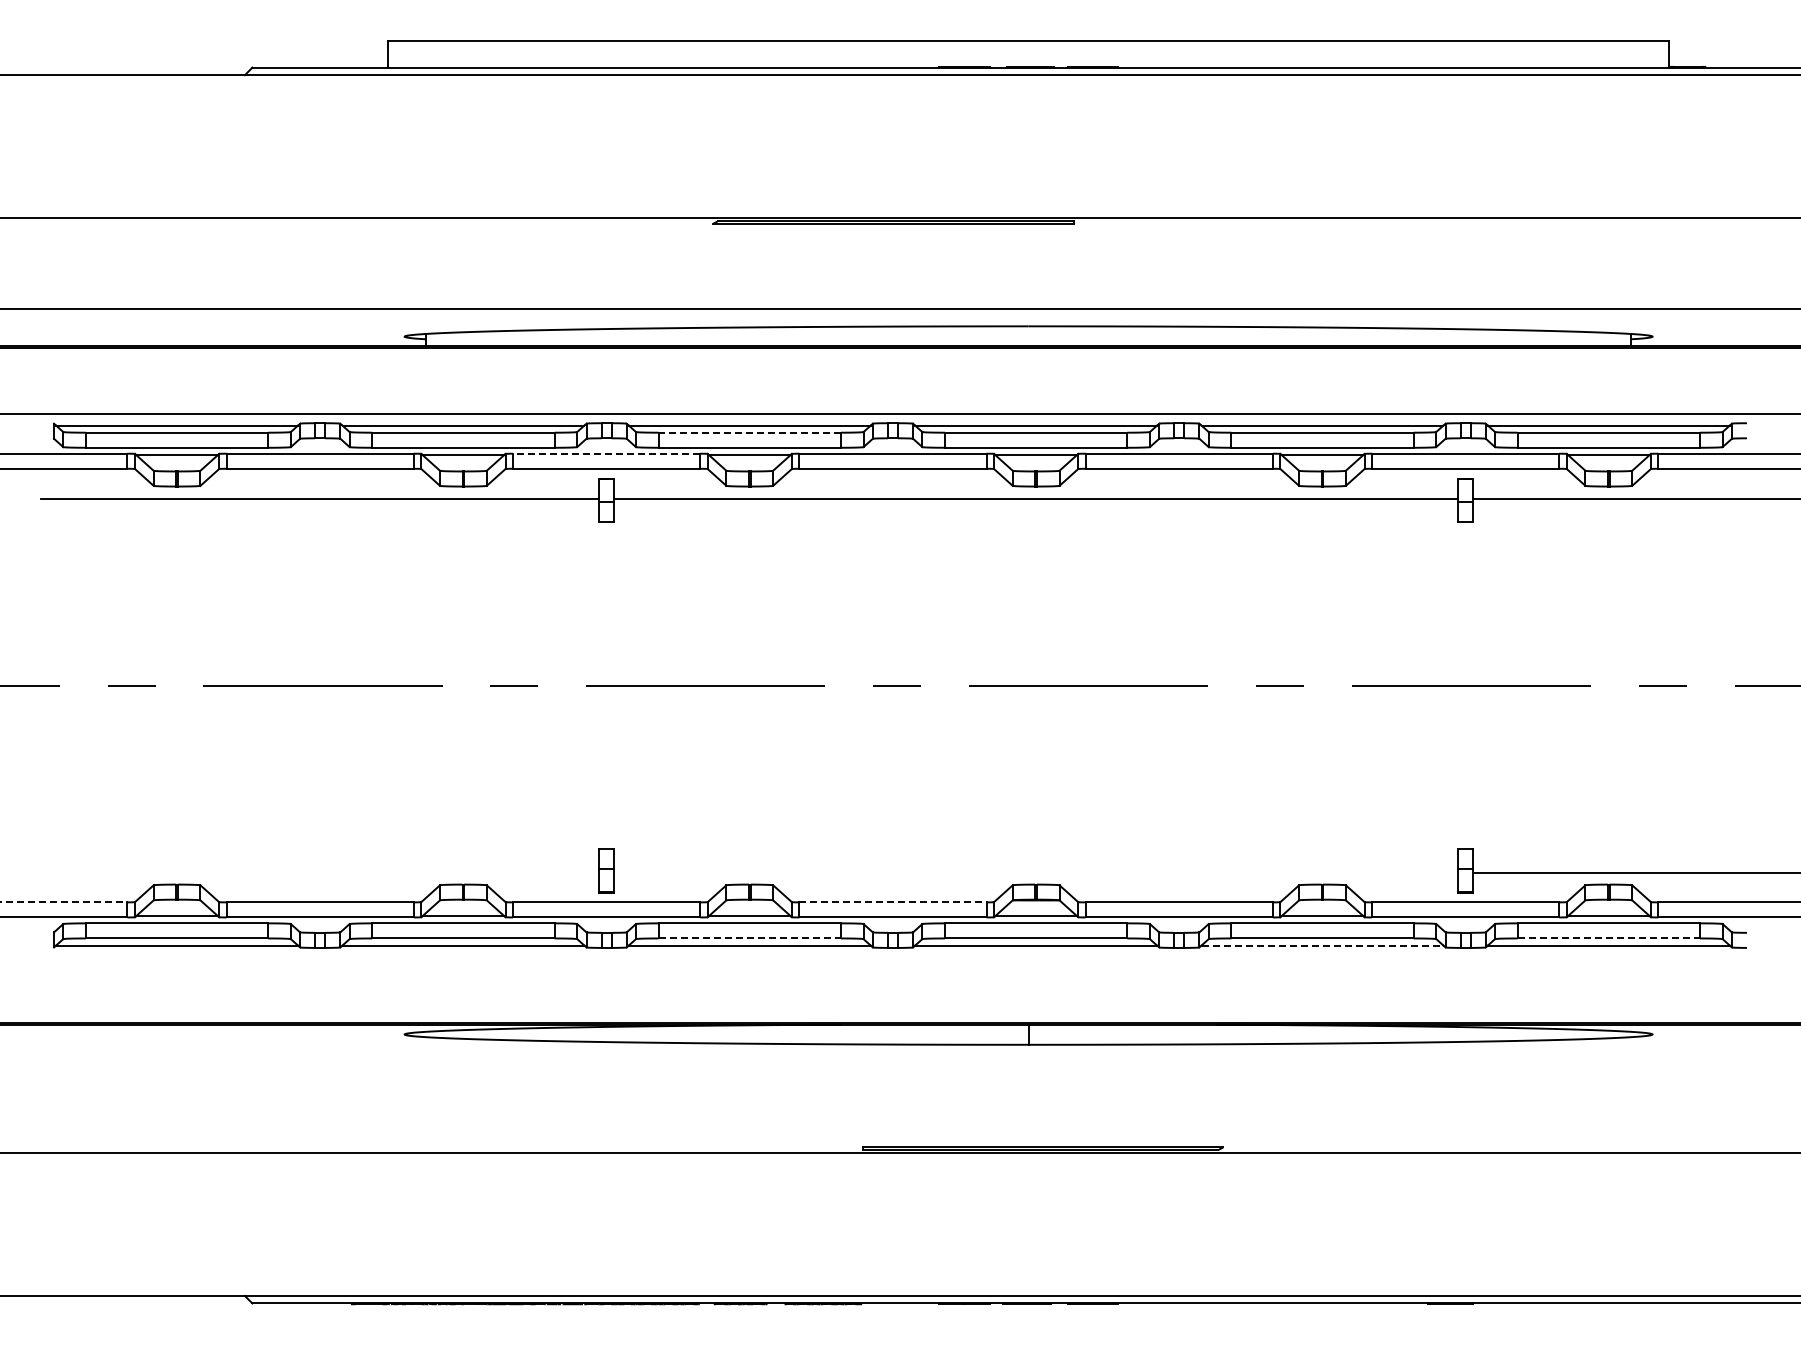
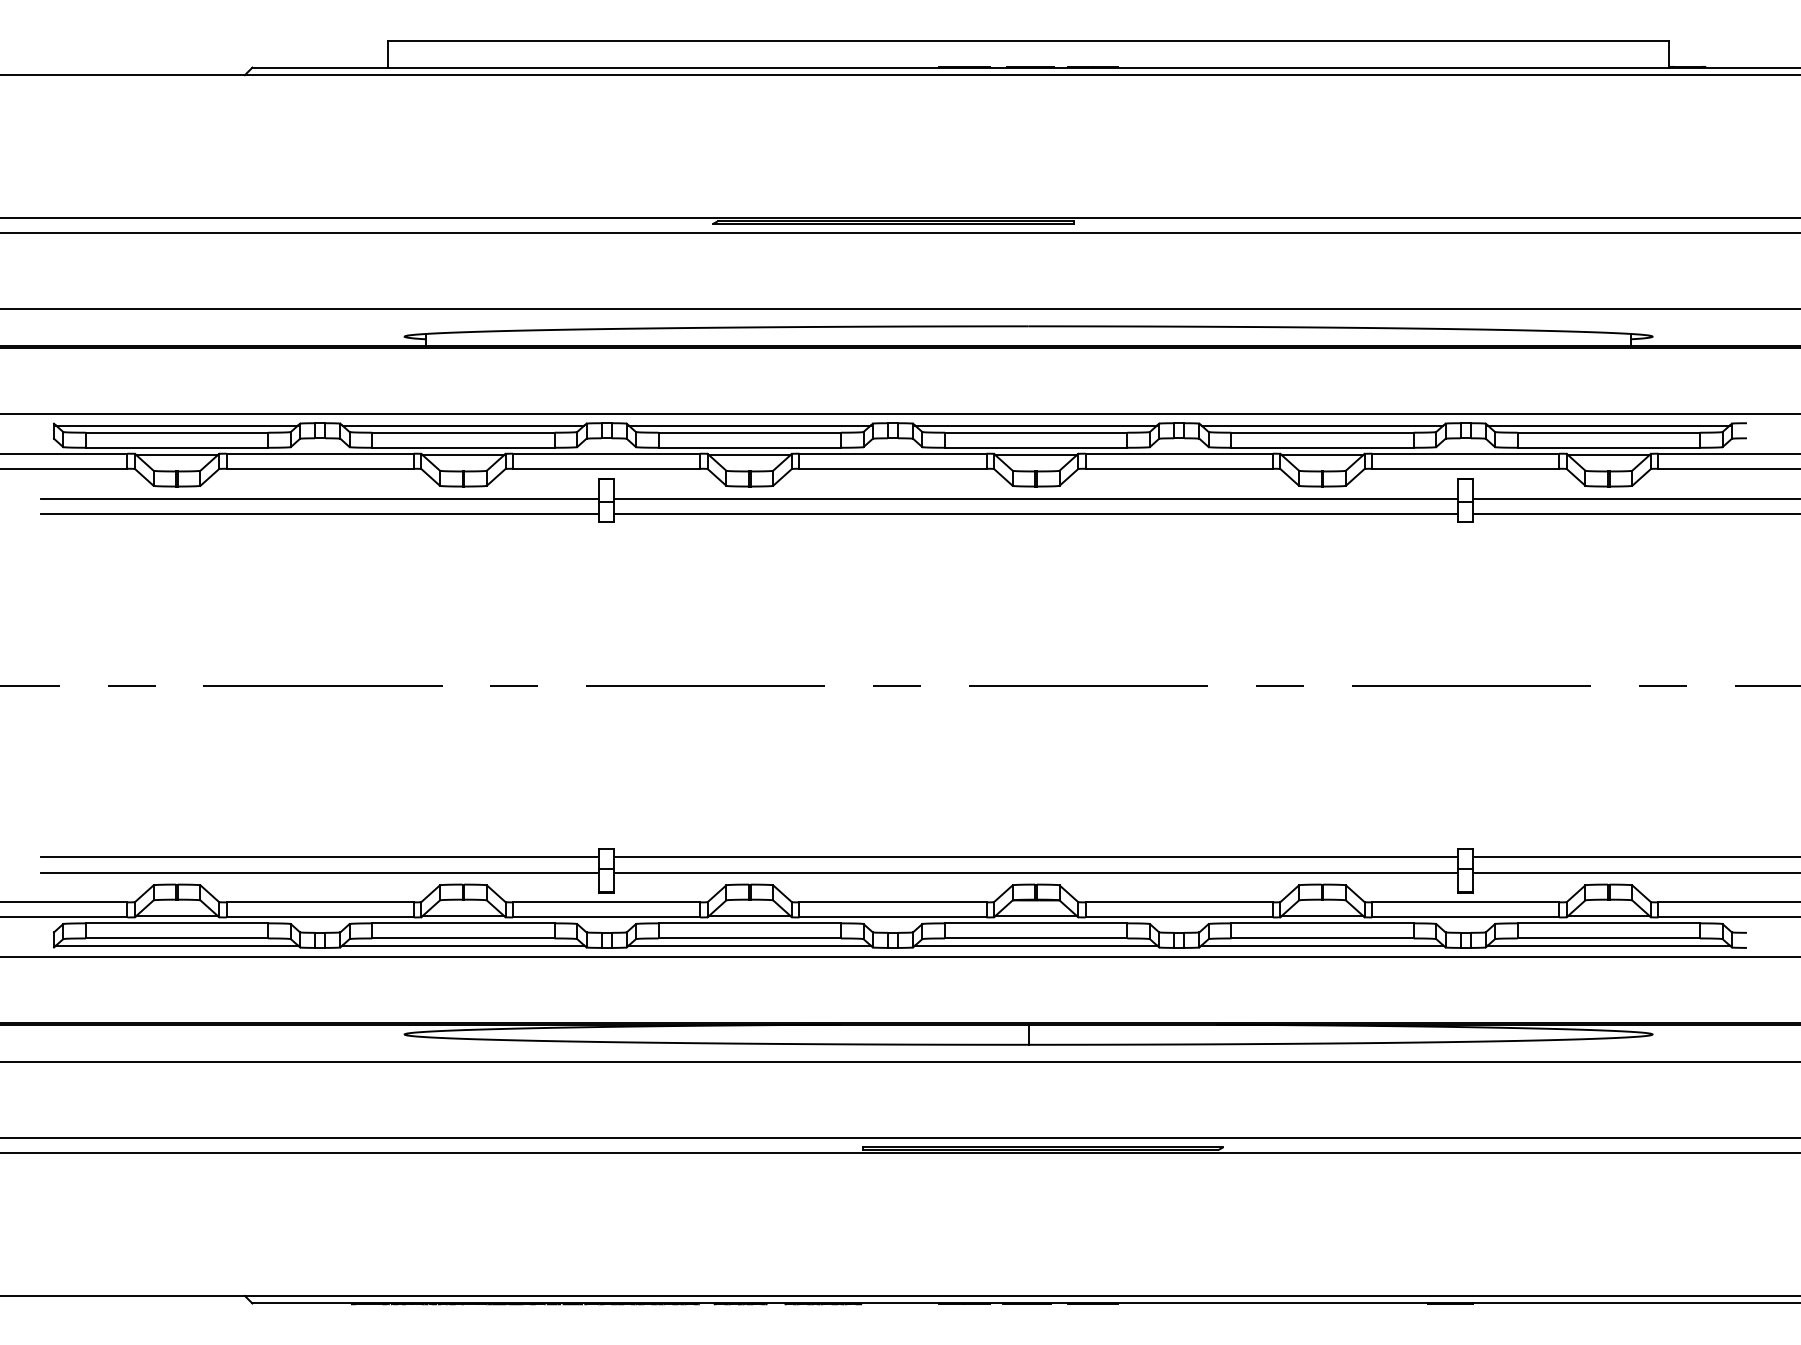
line at (899, 233): none -> present
line at (749, 432): dashed -> solid
line at (606, 453): dashed -> solid
line at (320, 513): none -> present
line at (1036, 513): none -> present
line at (1635, 513): none -> present
line at (320, 857): none -> present
line at (1036, 857): none -> present
line at (1635, 857): none -> present
line at (320, 872): none -> present
line at (1036, 872): none -> present
line at (63, 902): dashed -> solid
line at (892, 902): dashed -> solid
line at (750, 938): dashed -> solid
line at (1609, 938): dashed -> solid
line at (1322, 945): dashed -> solid
line at (899, 957): none -> present
line at (899, 1062): none -> present
line at (899, 1137): none -> present
